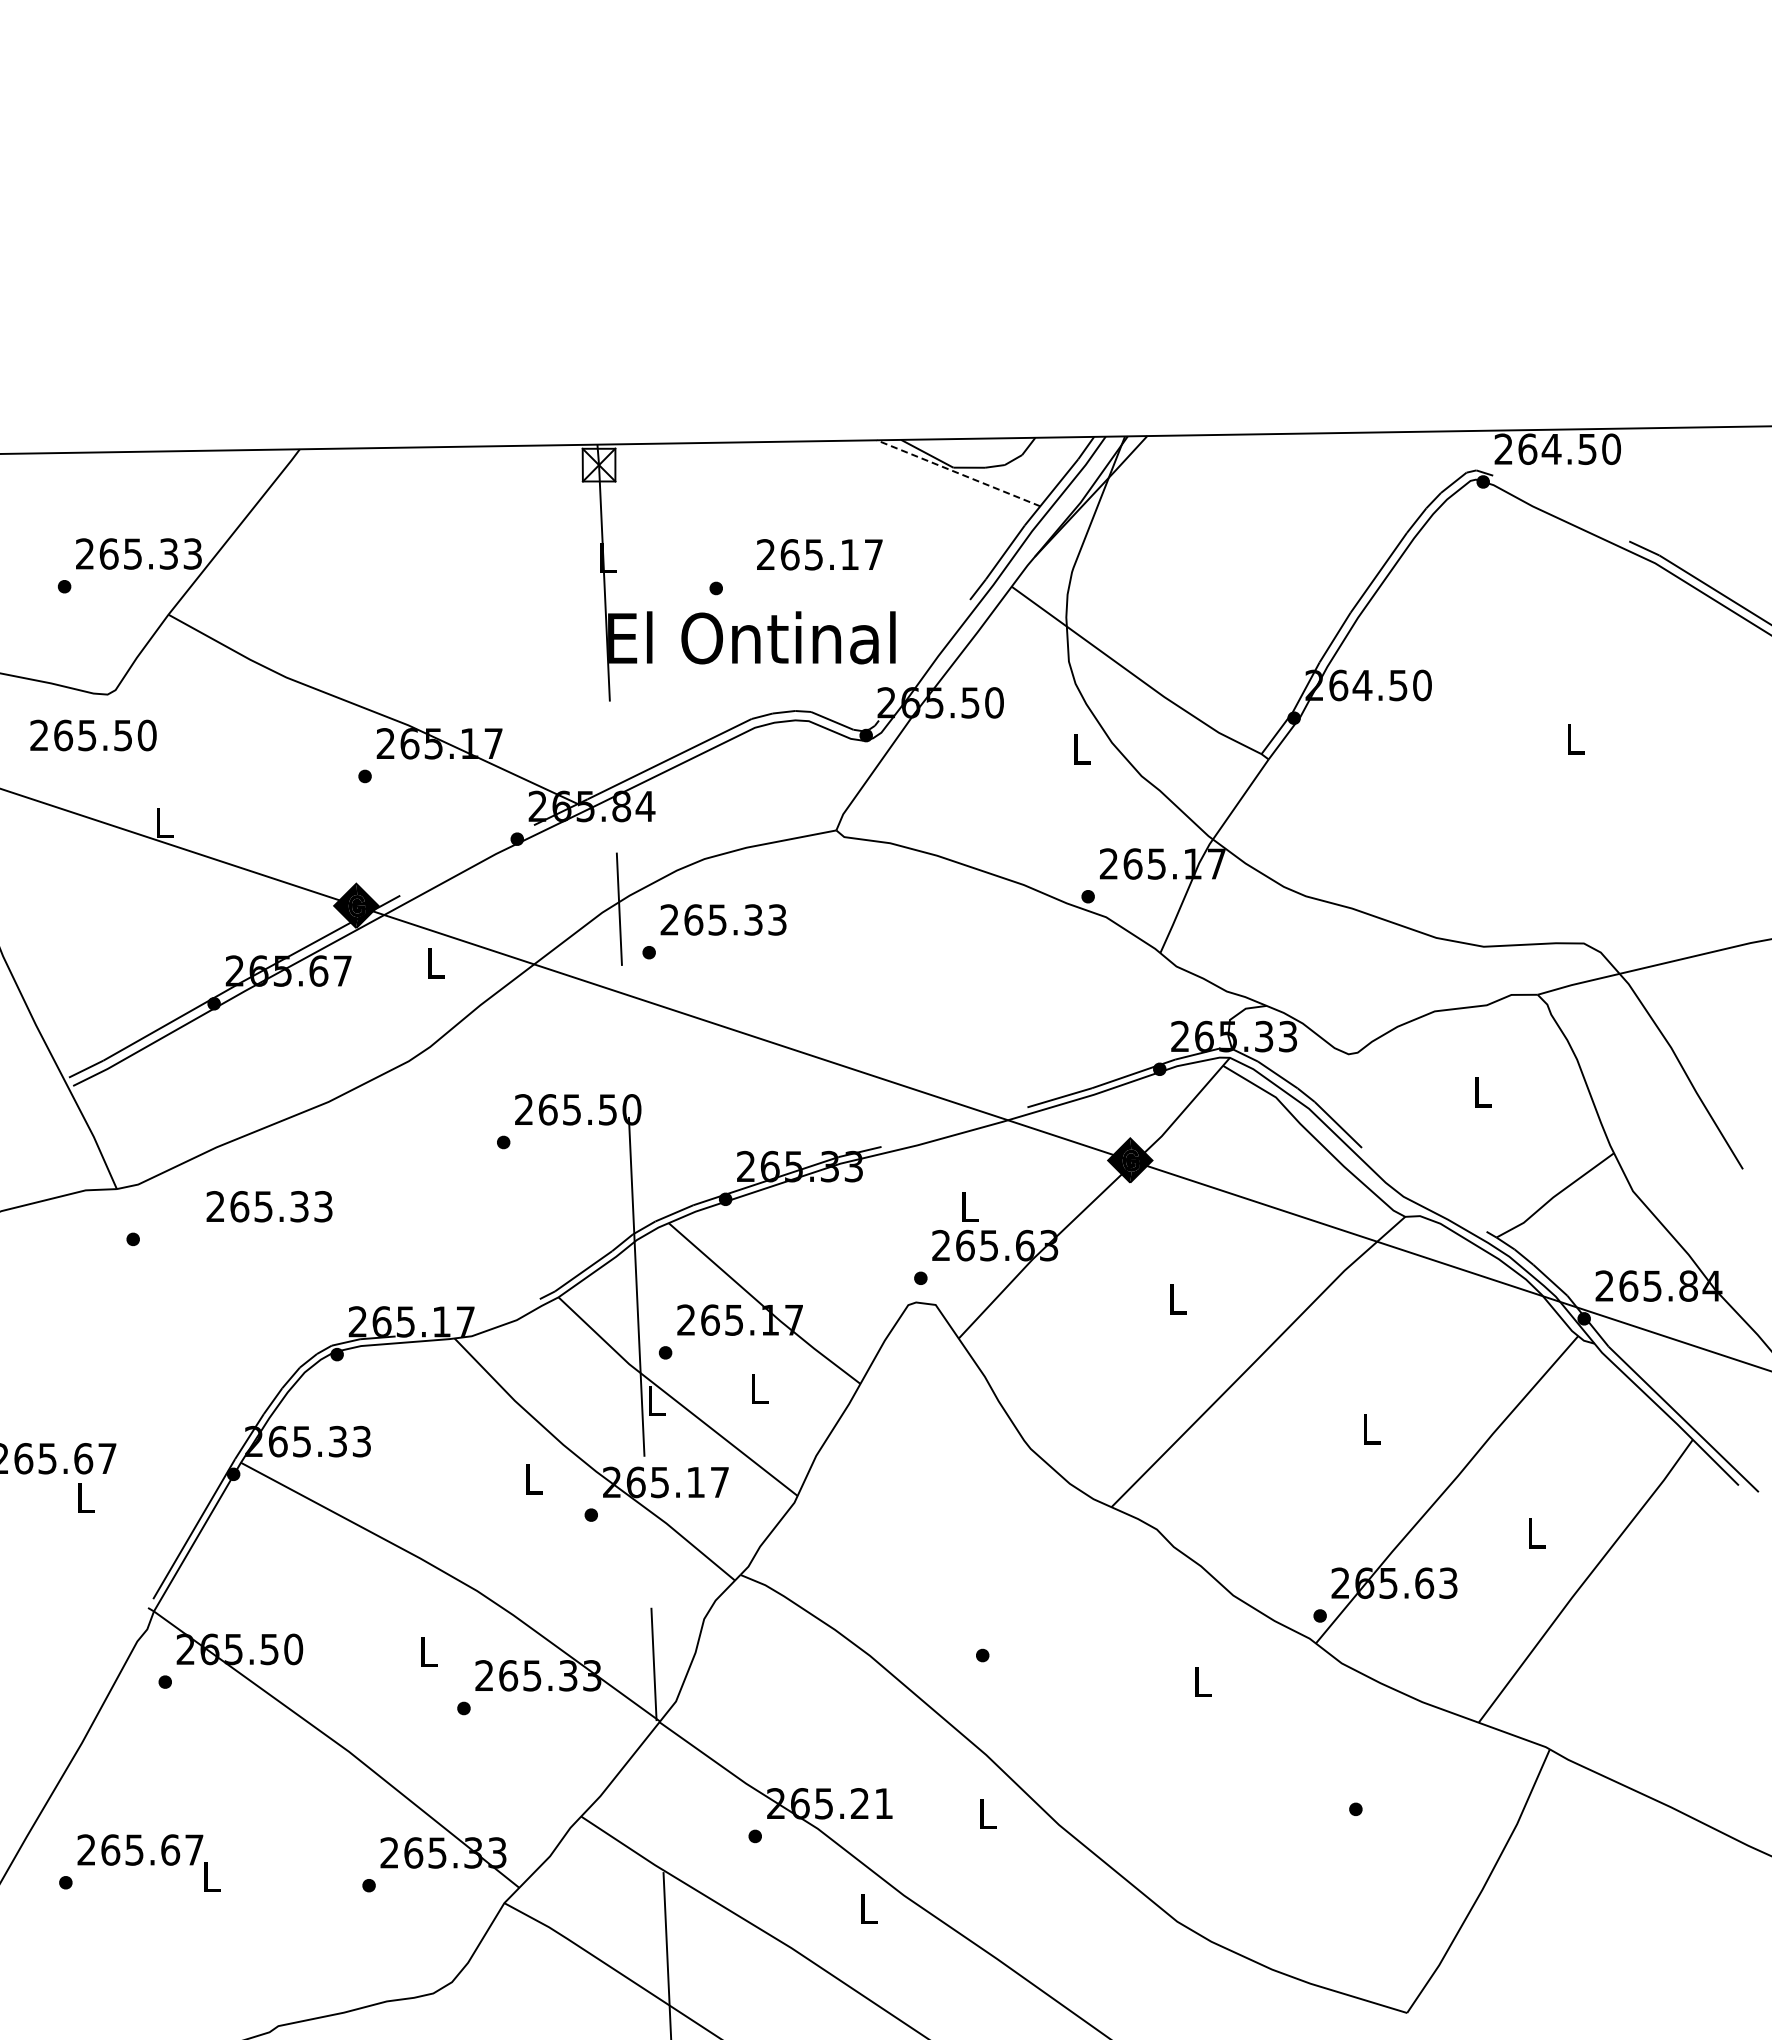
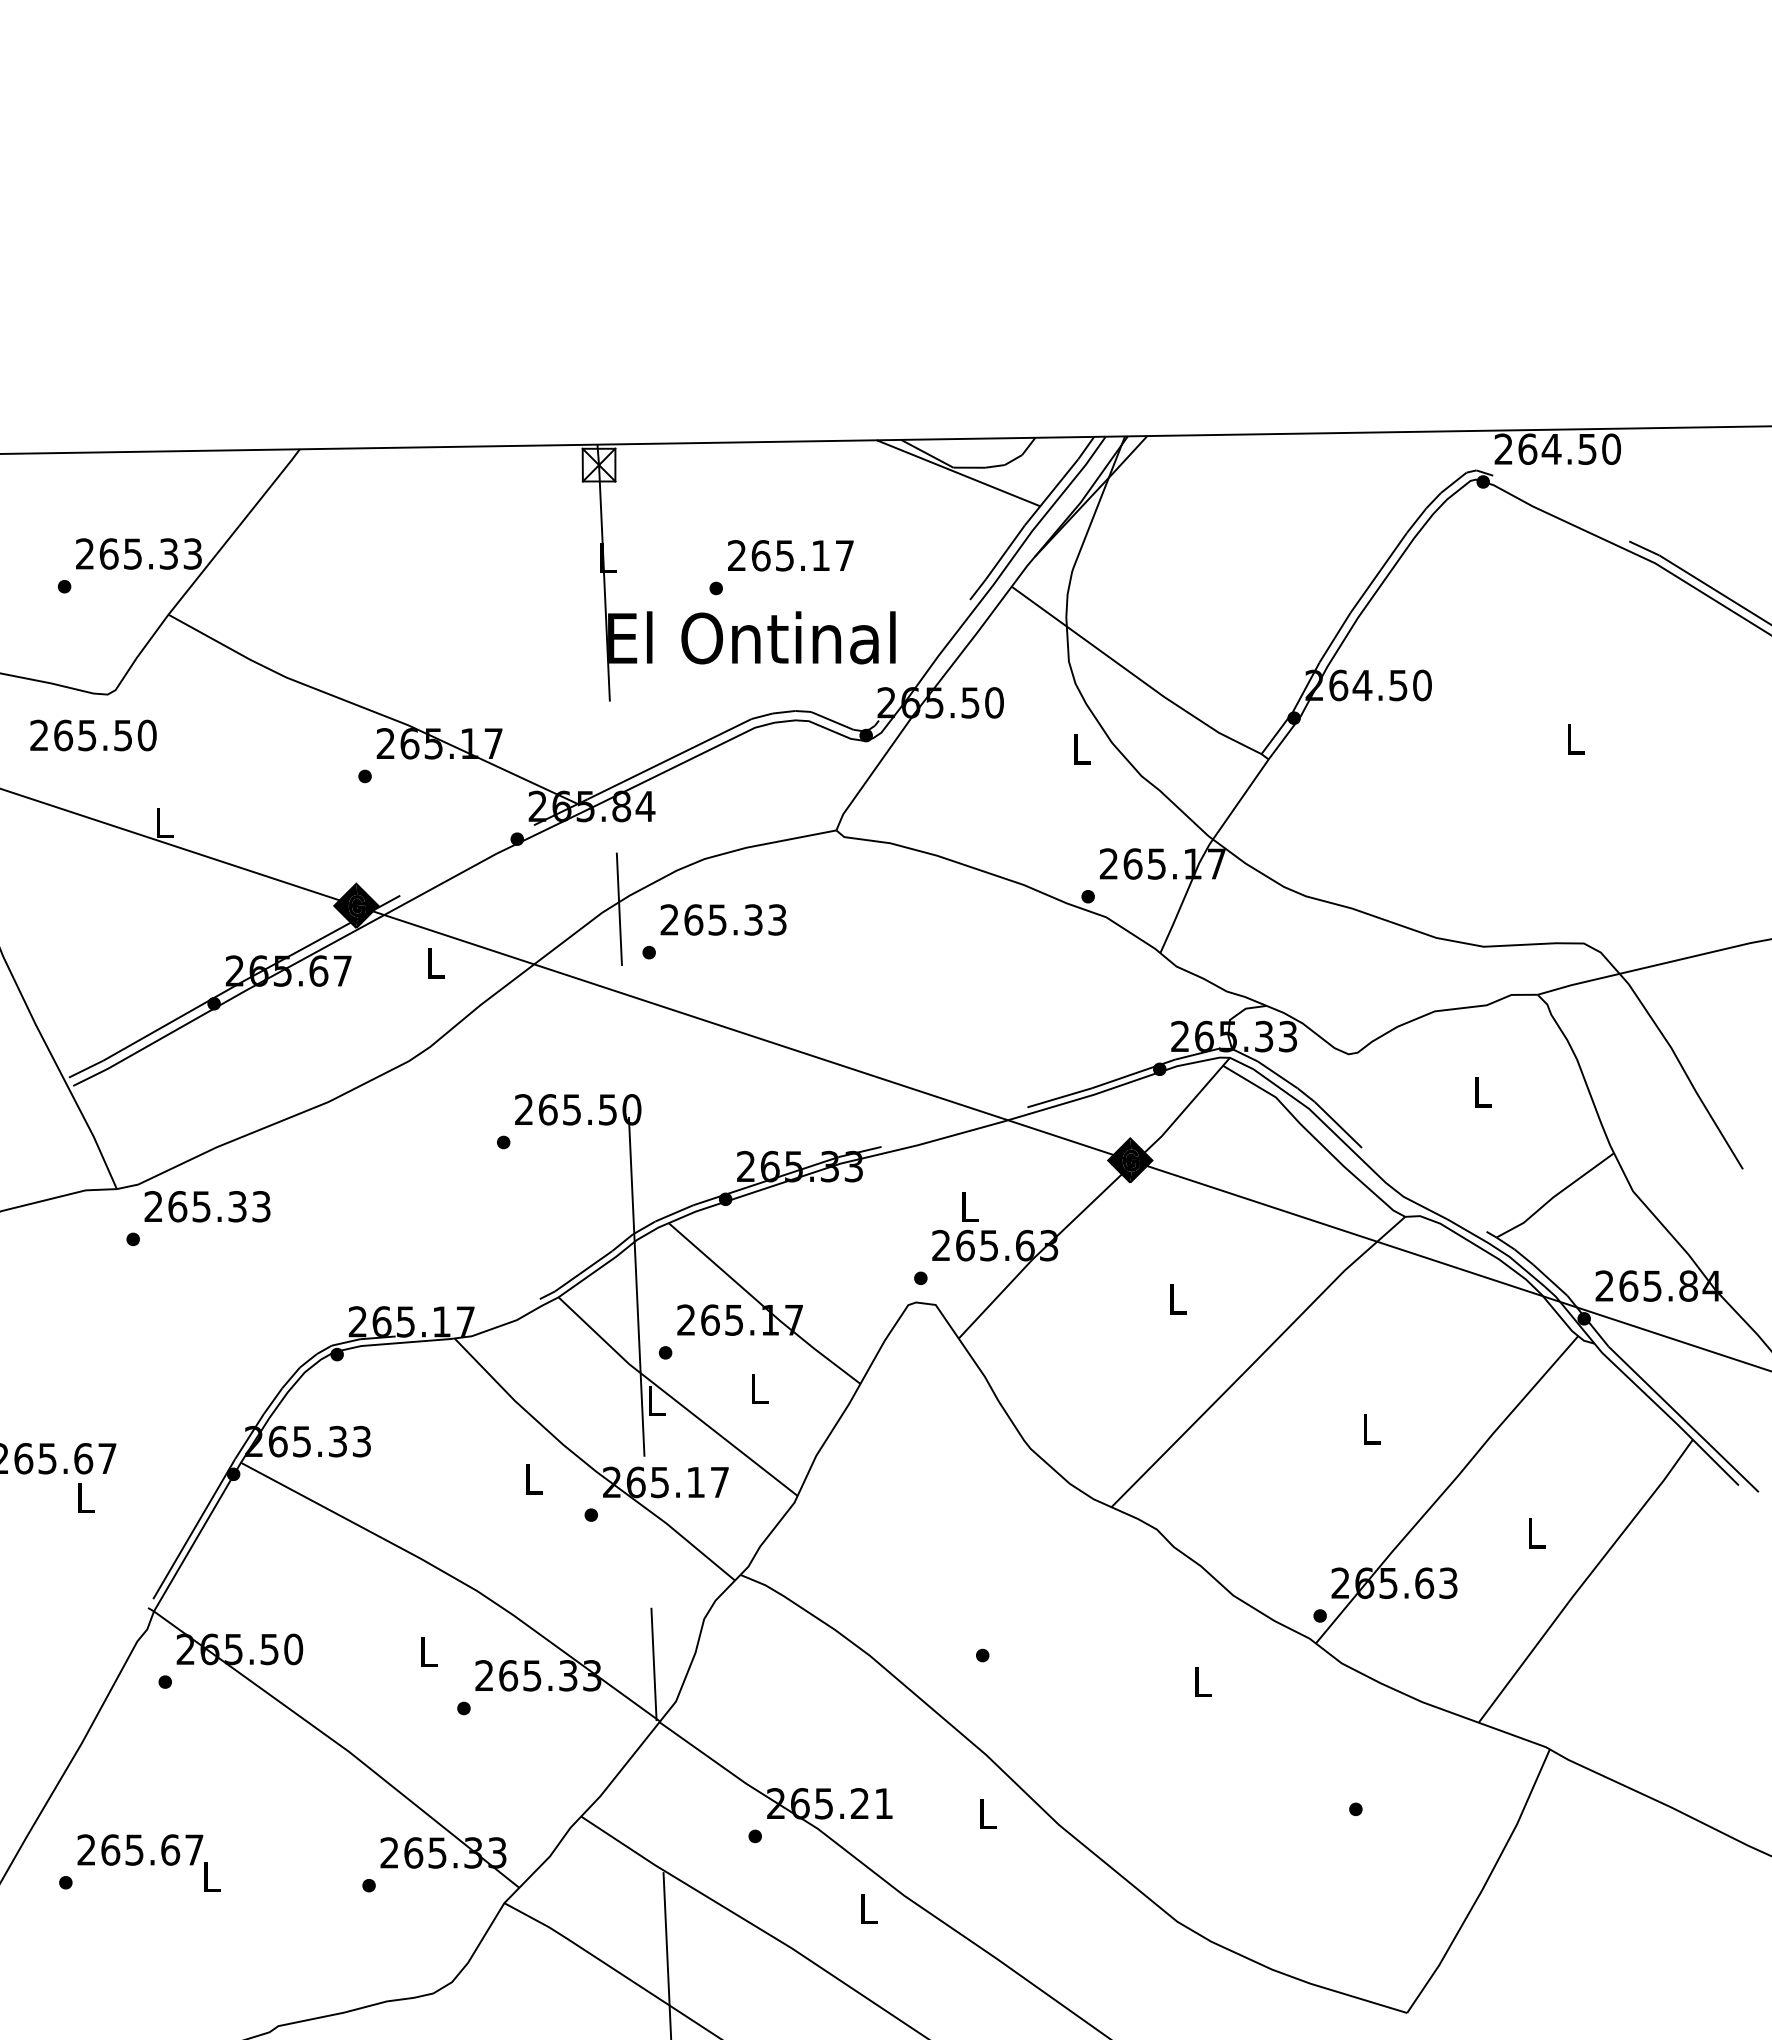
line at (958, 473): dashed -> solid
text at (819, 554) position: (819, 554) -> (790, 555)
text at (269, 1206) position: (269, 1206) -> (207, 1206)
